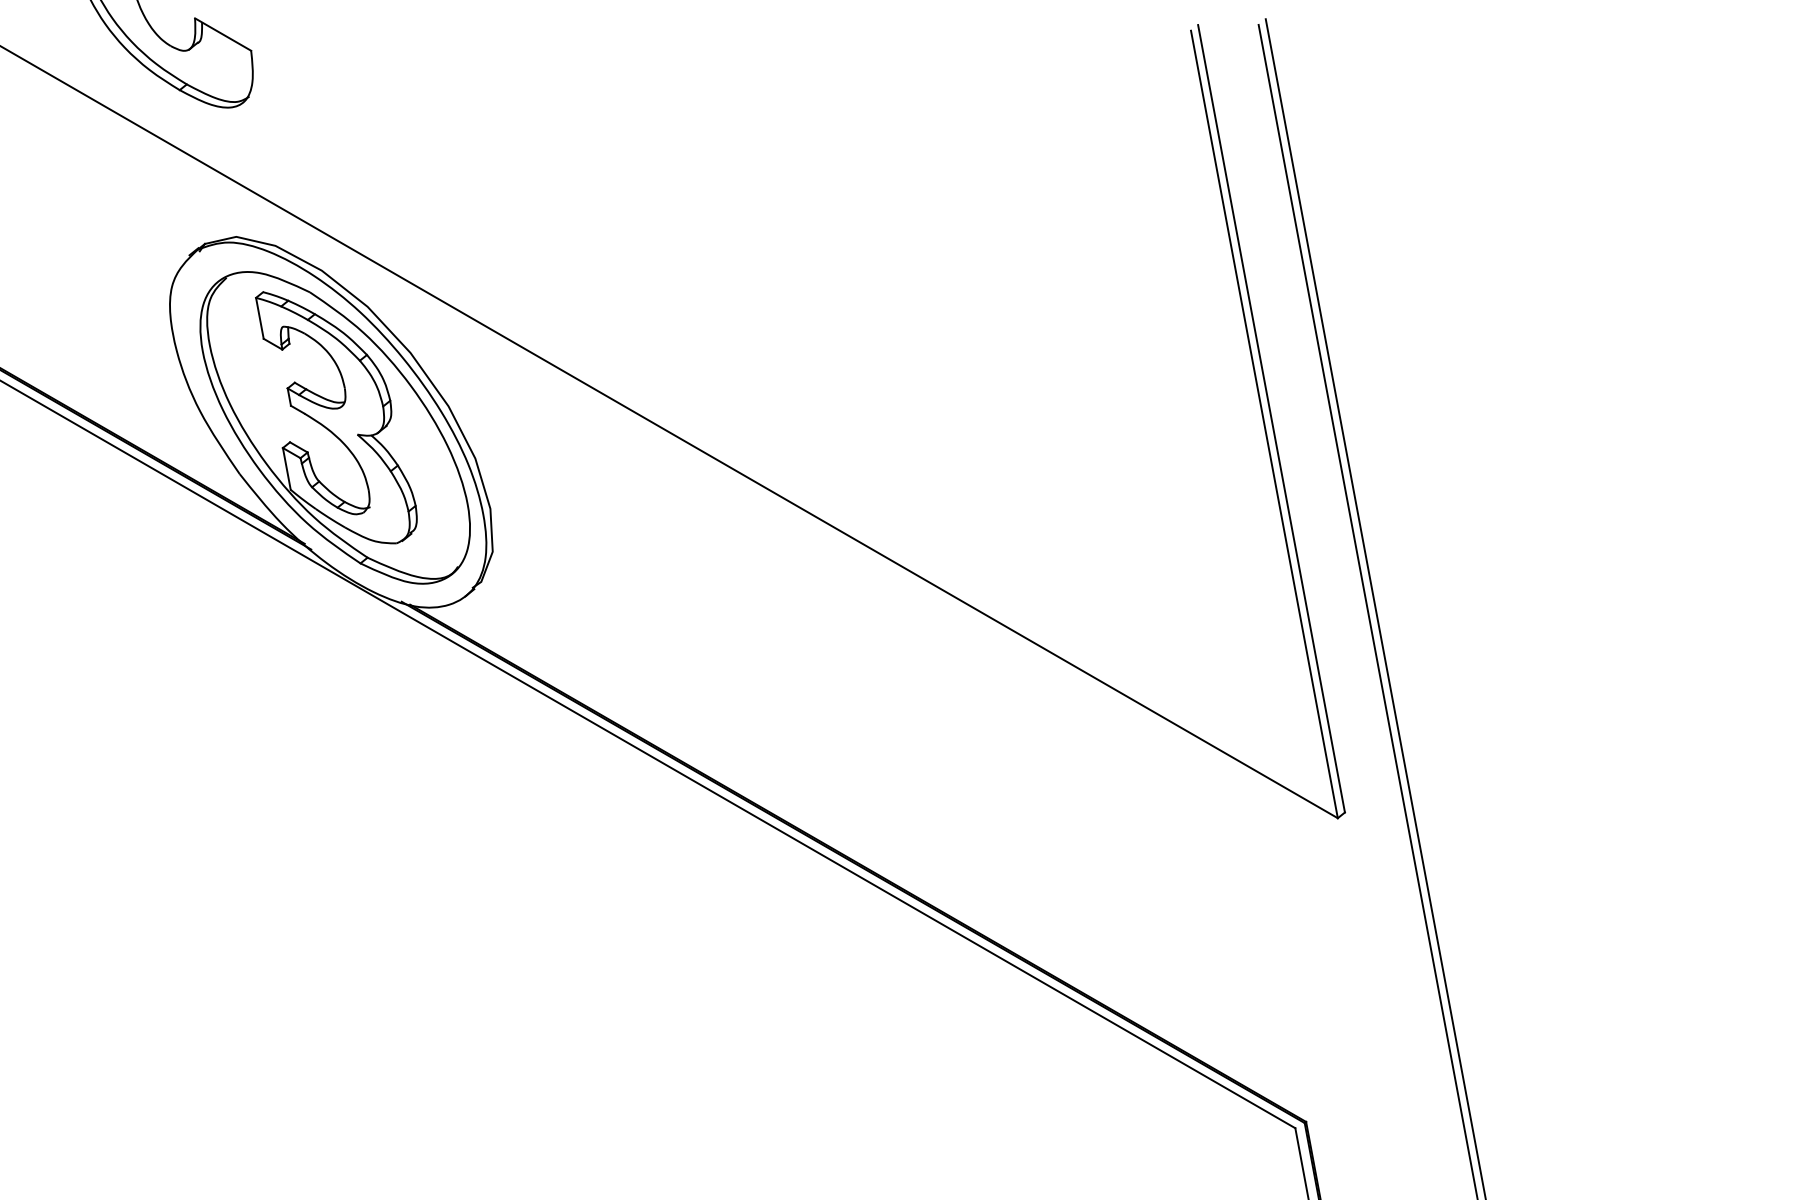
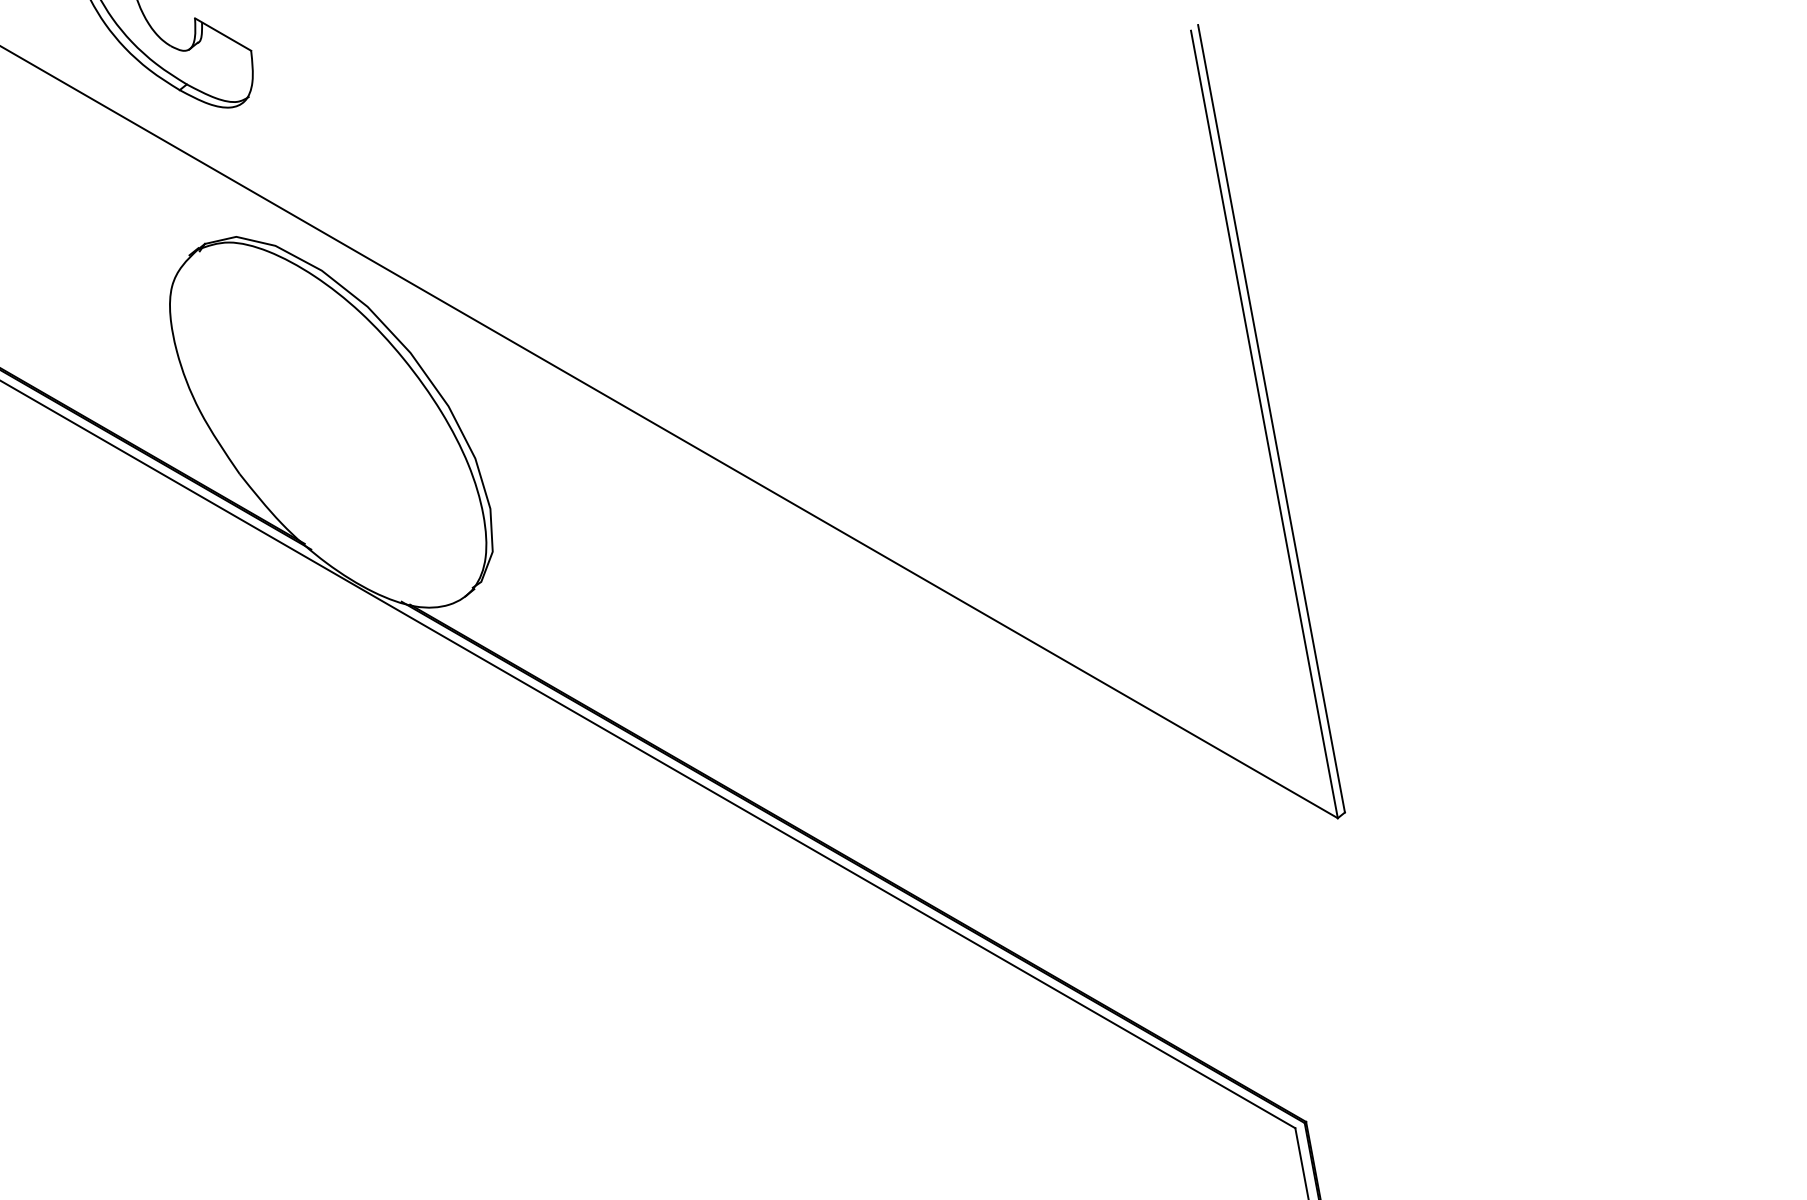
part at (334, 427): present -> none
line at (1375, 607): present -> none
line at (1367, 610): present -> none
